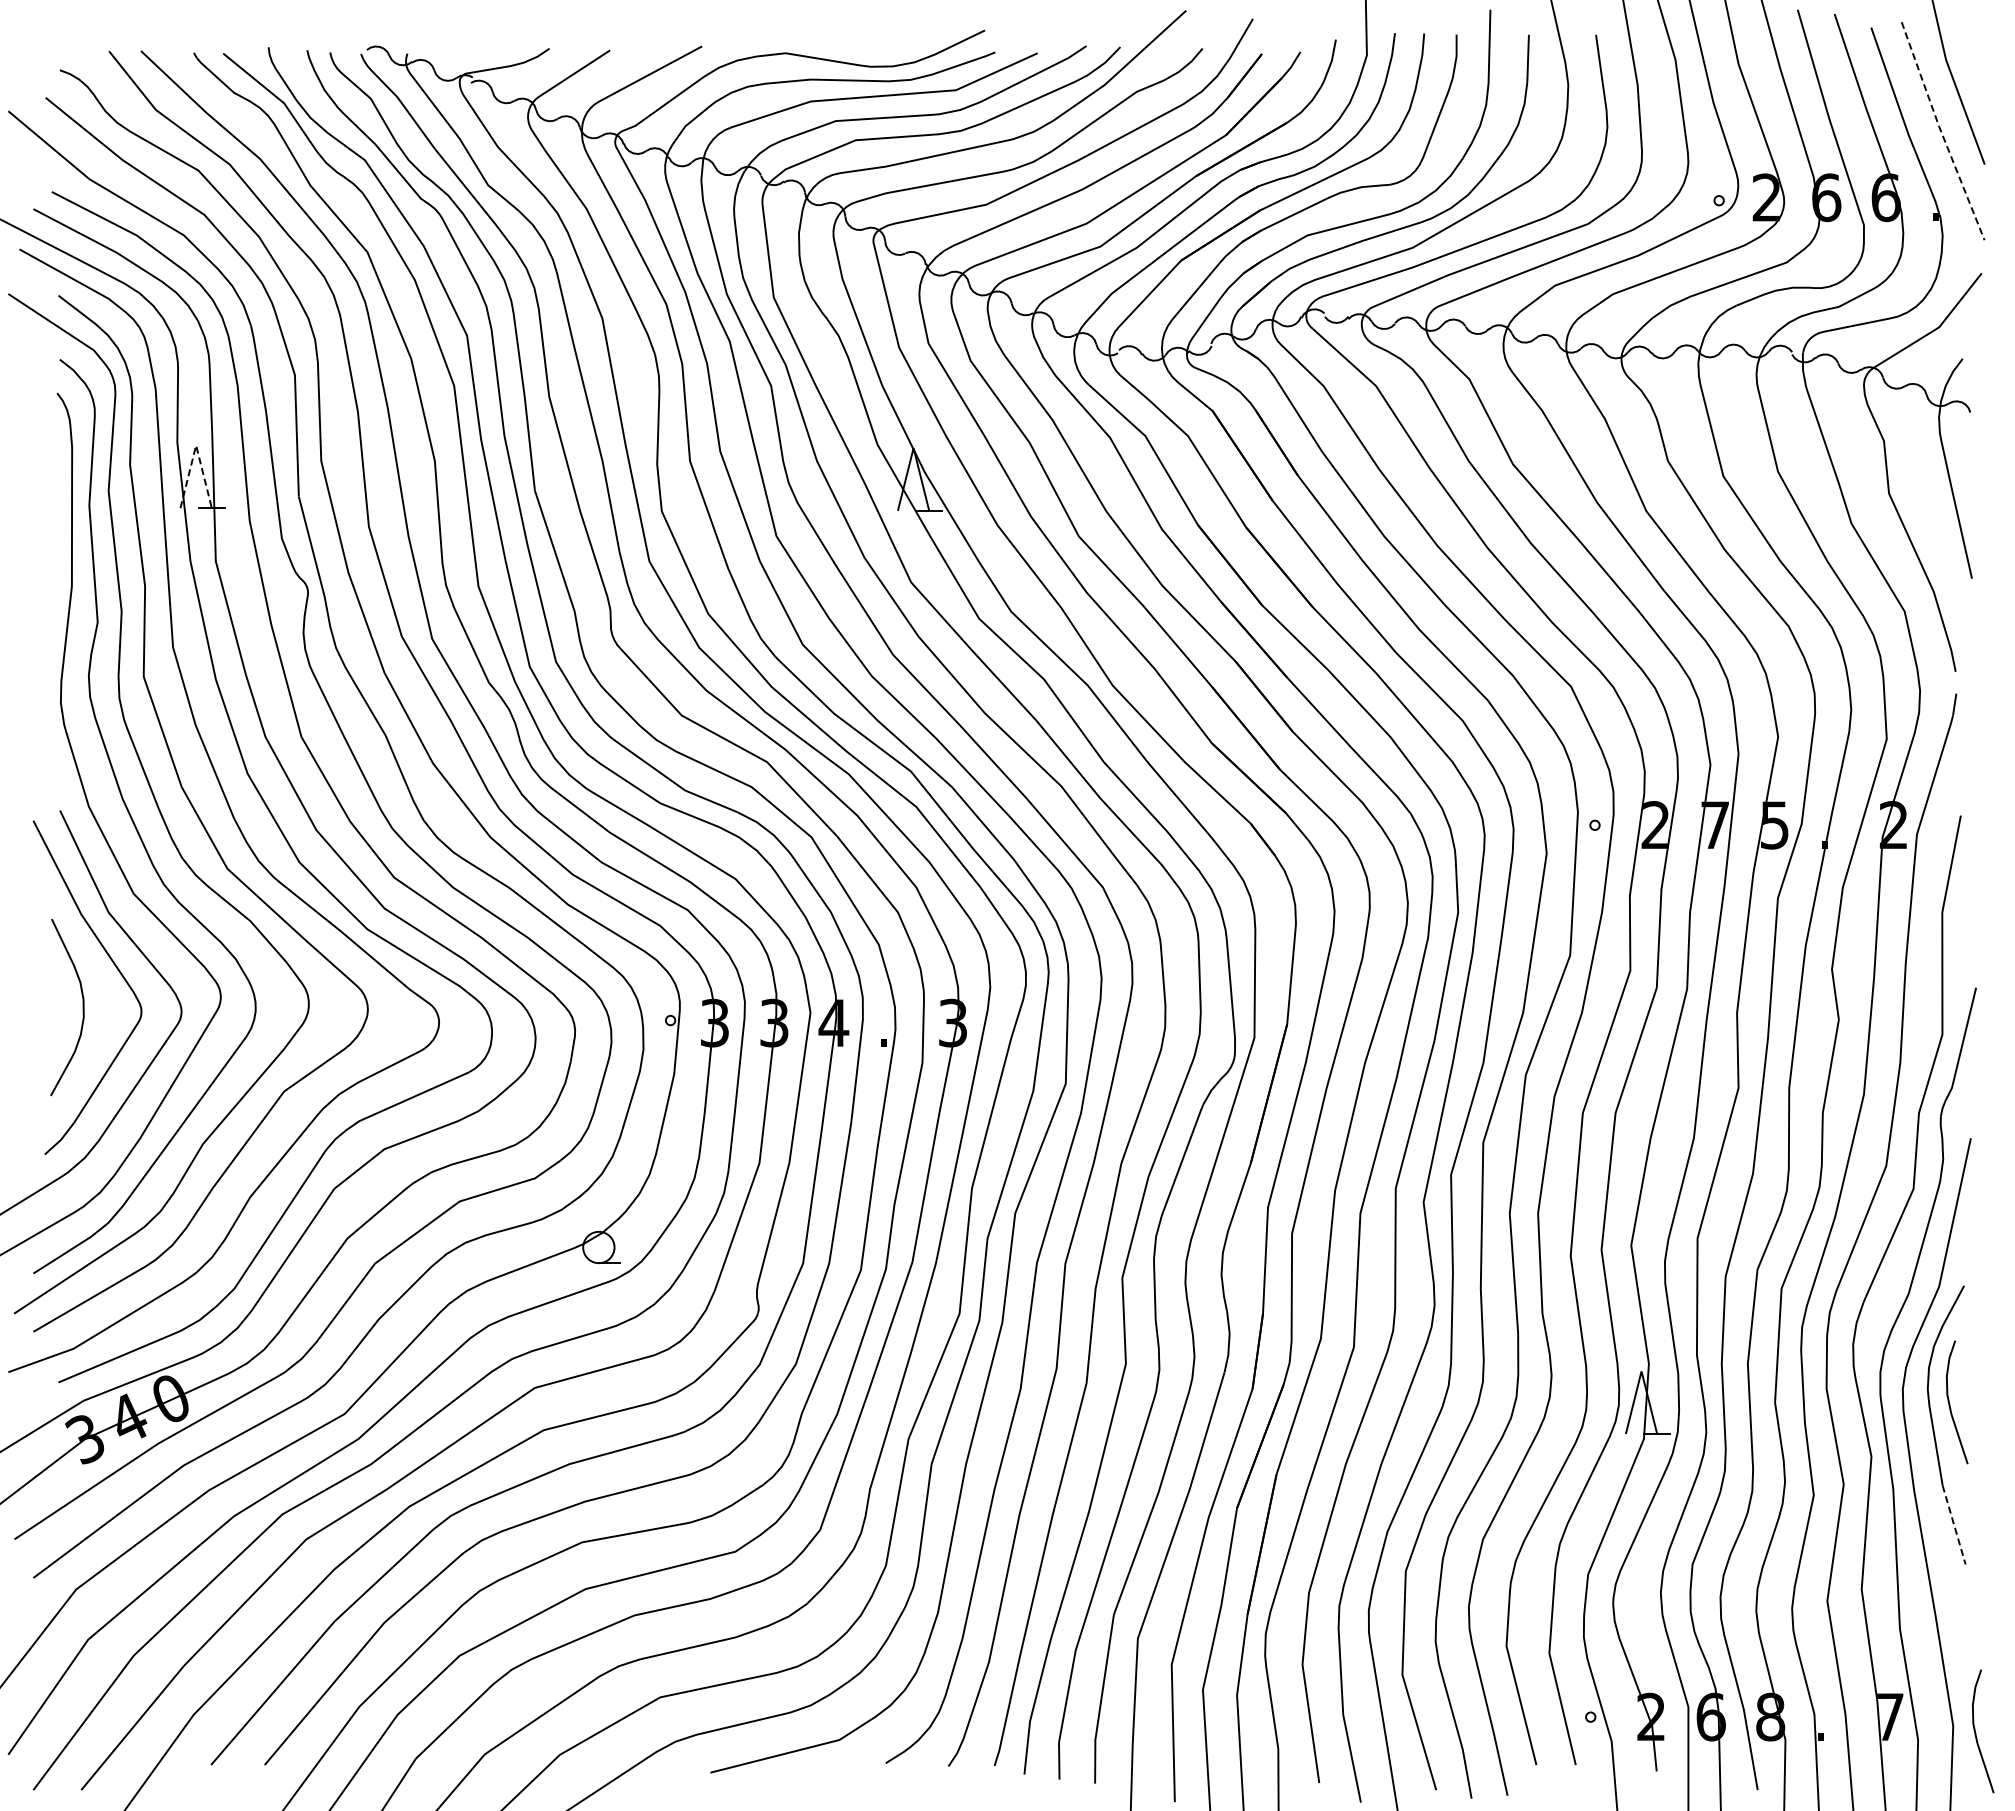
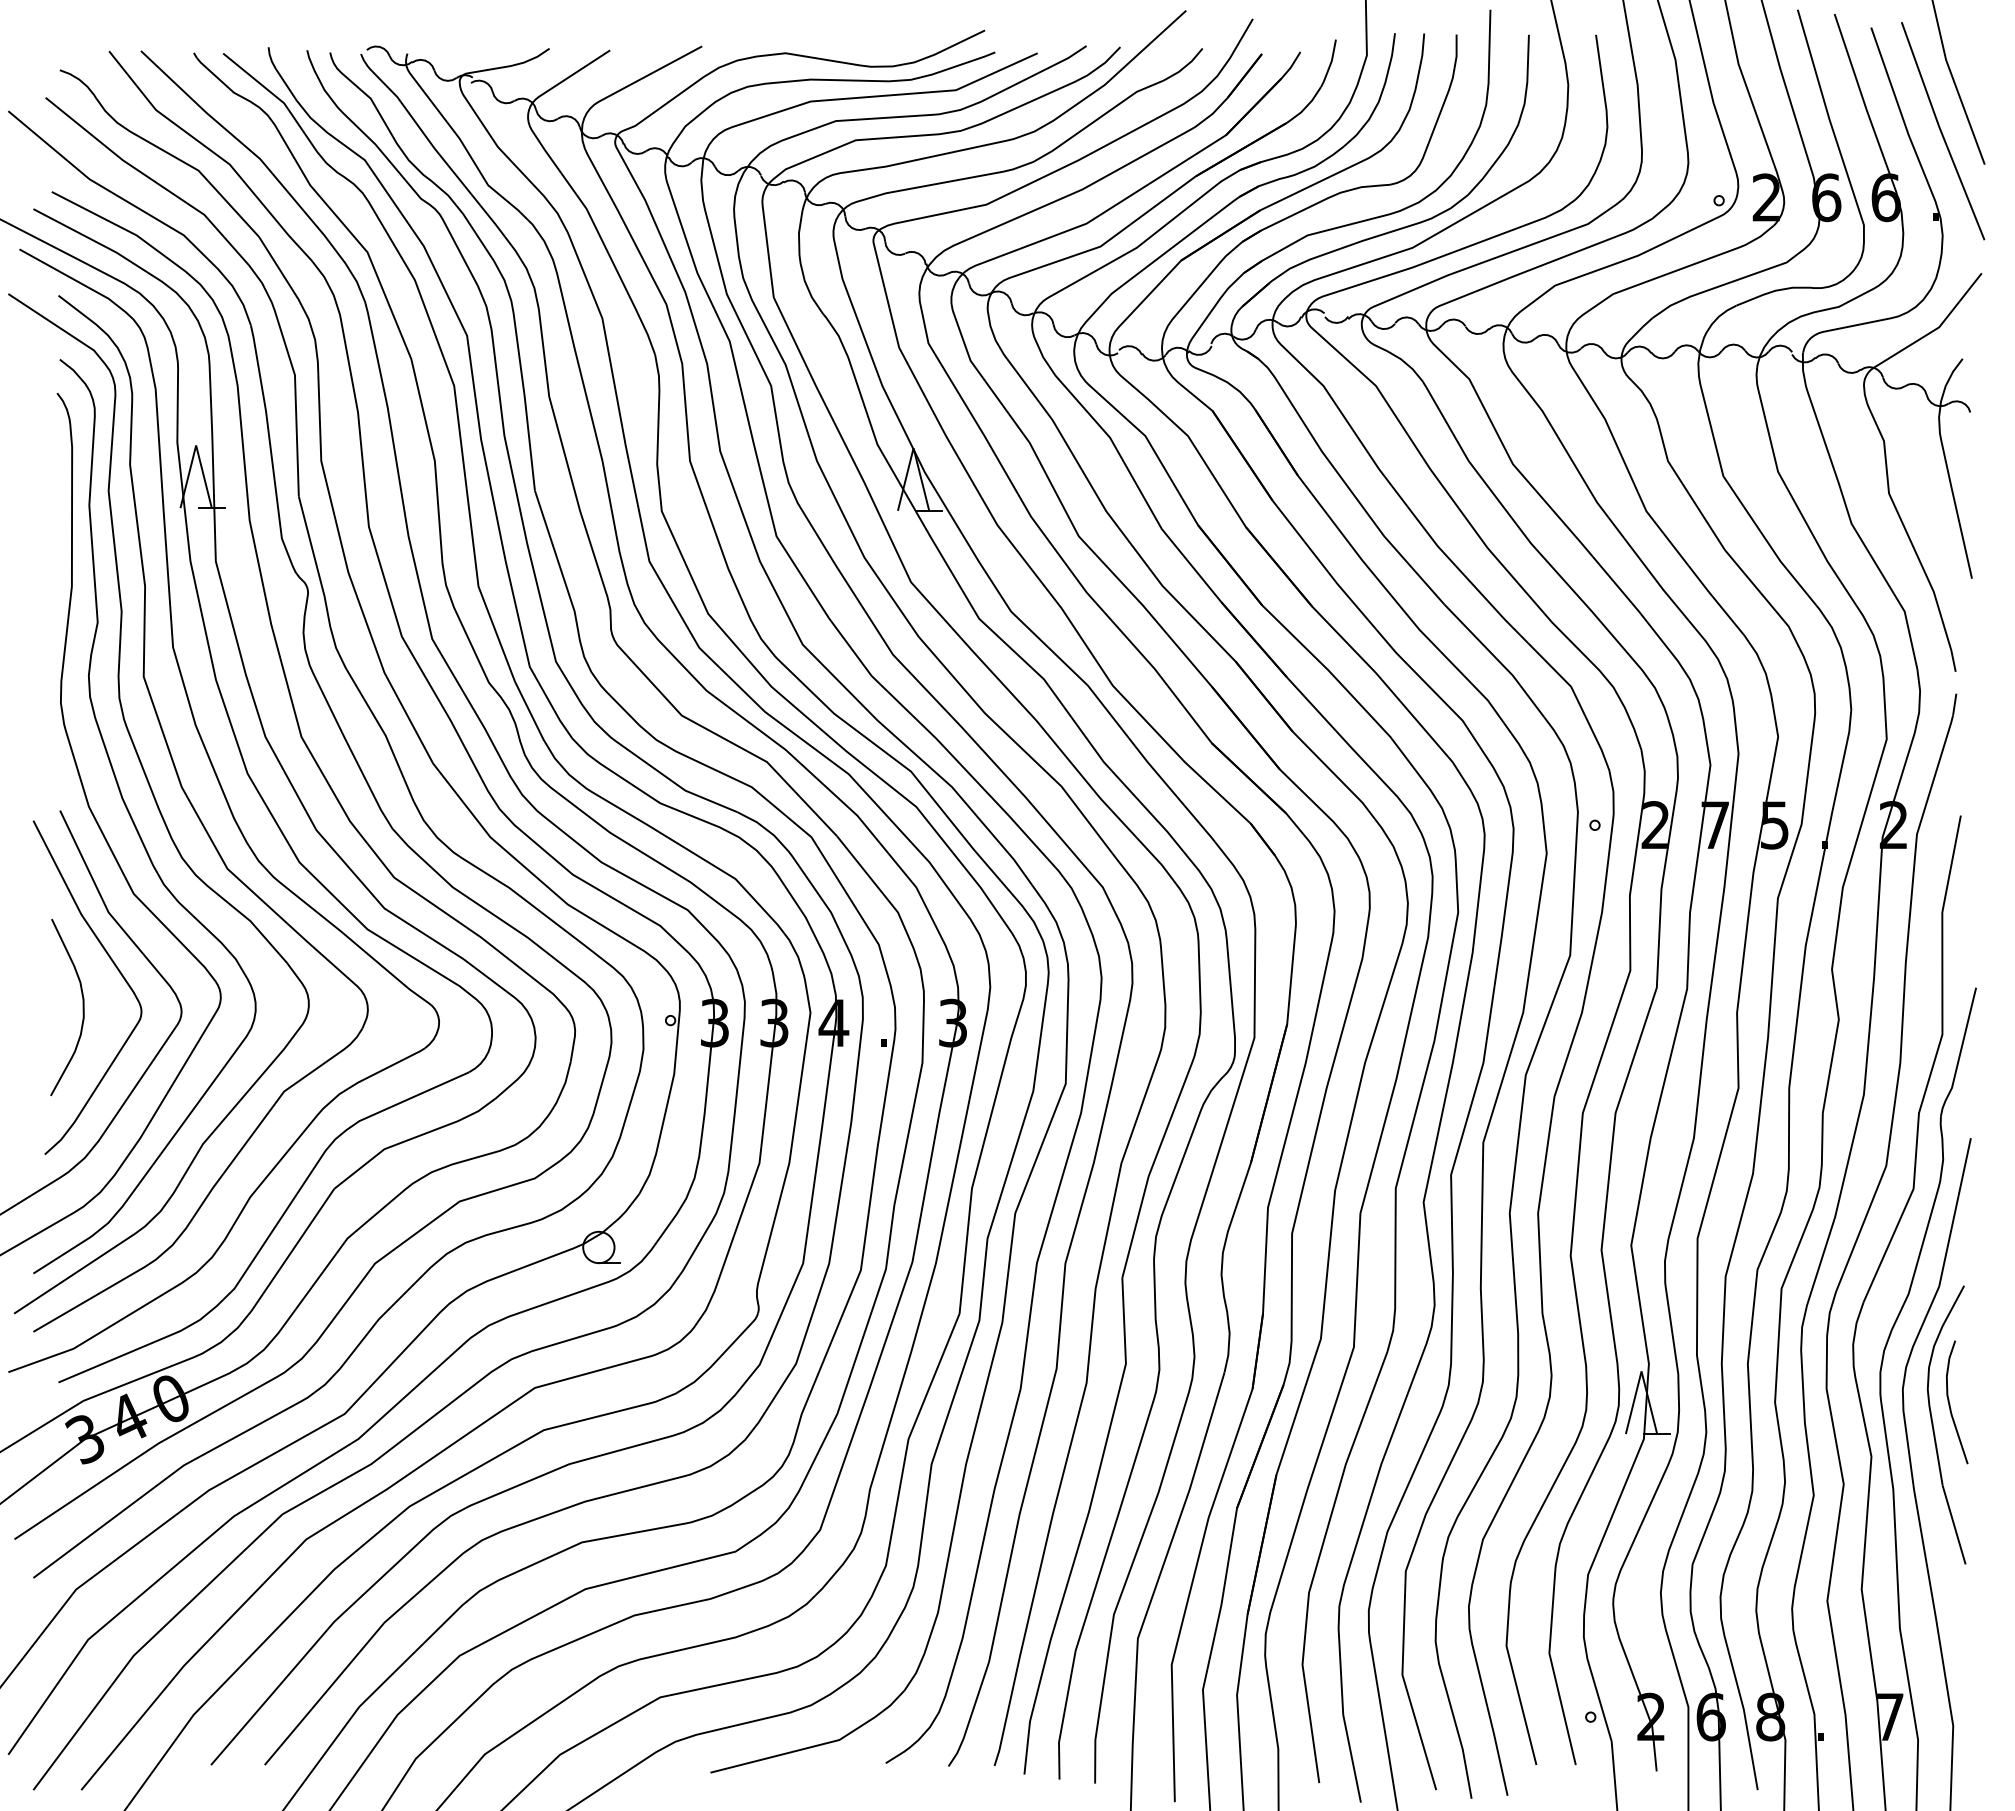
line at (1941, 131): dashed -> solid
line at (196, 445): dashed -> solid
line at (1954, 1525): dashed -> solid
curve at (1976, 1732): present -> none
